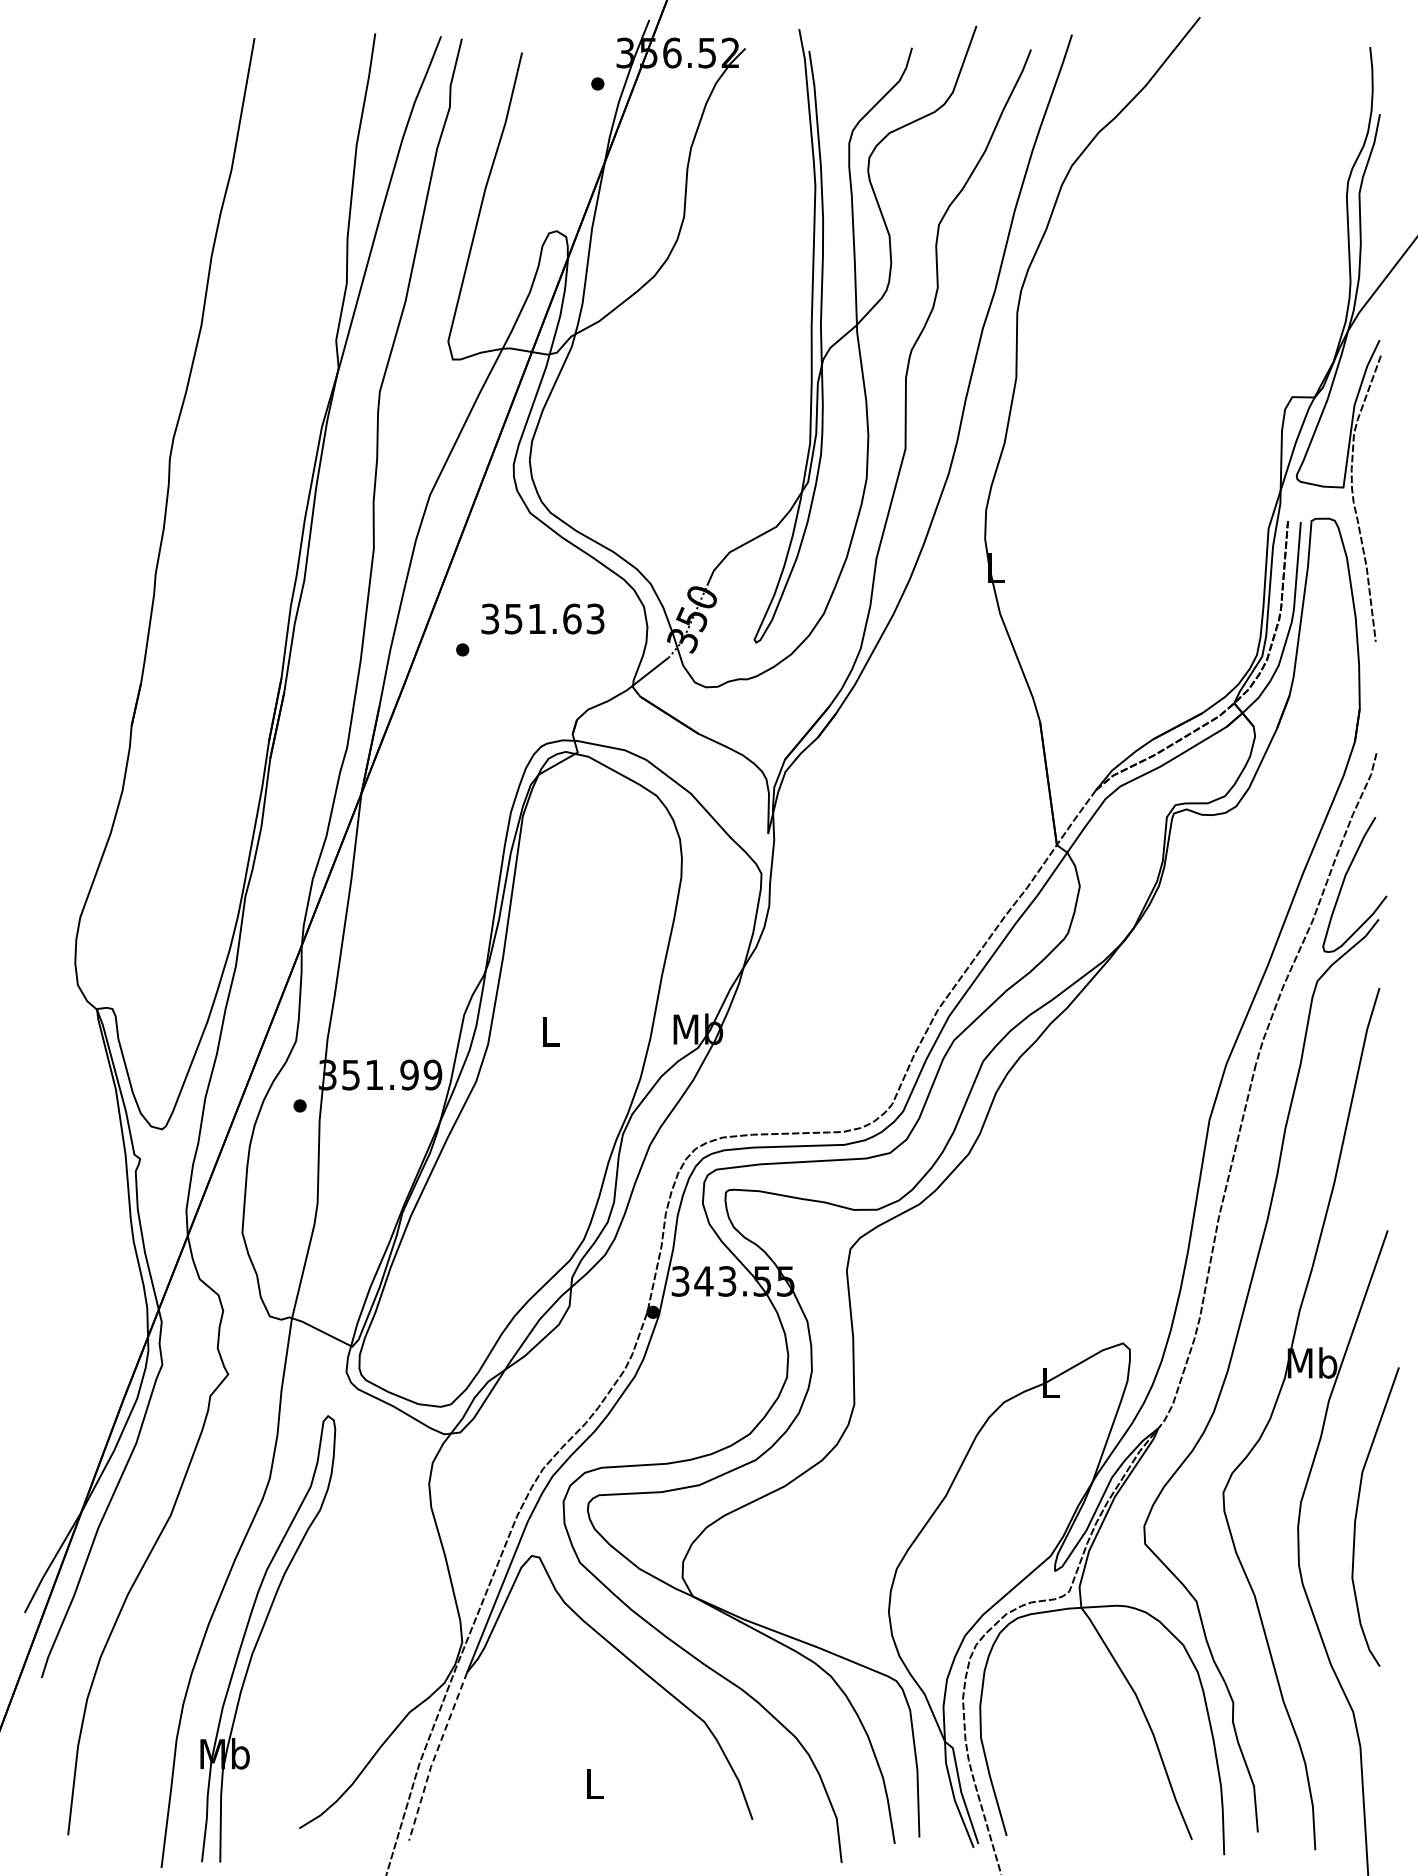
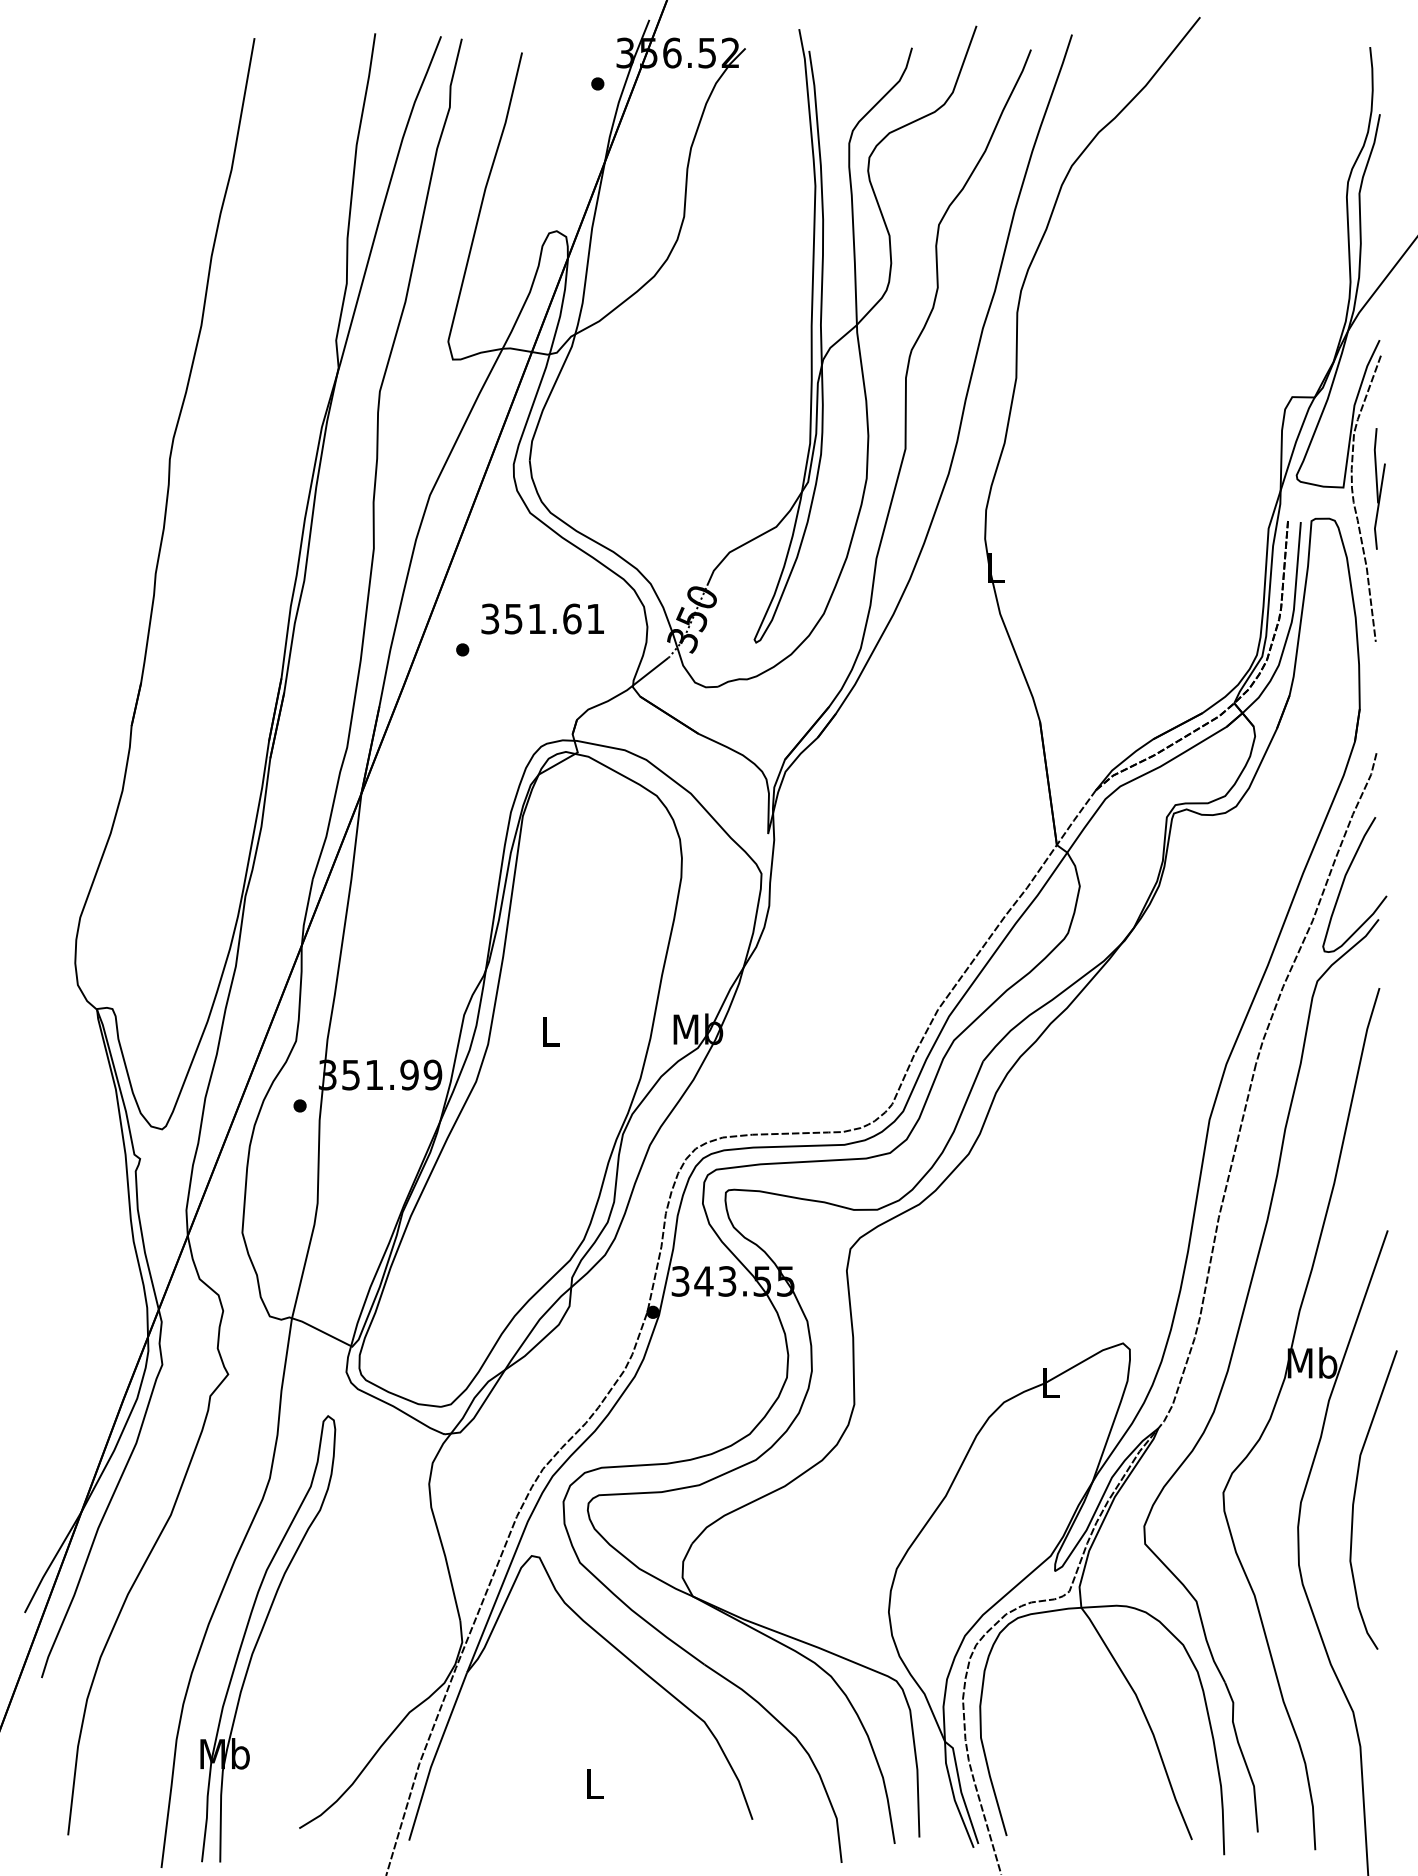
part at (1379, 488): none -> present
text at (595, 618): 351.63 -> 351.61
curve at (1357, 1514) position: (1357, 1514) -> (1355, 1497)
line at (435, 1756): dashed -> solid
